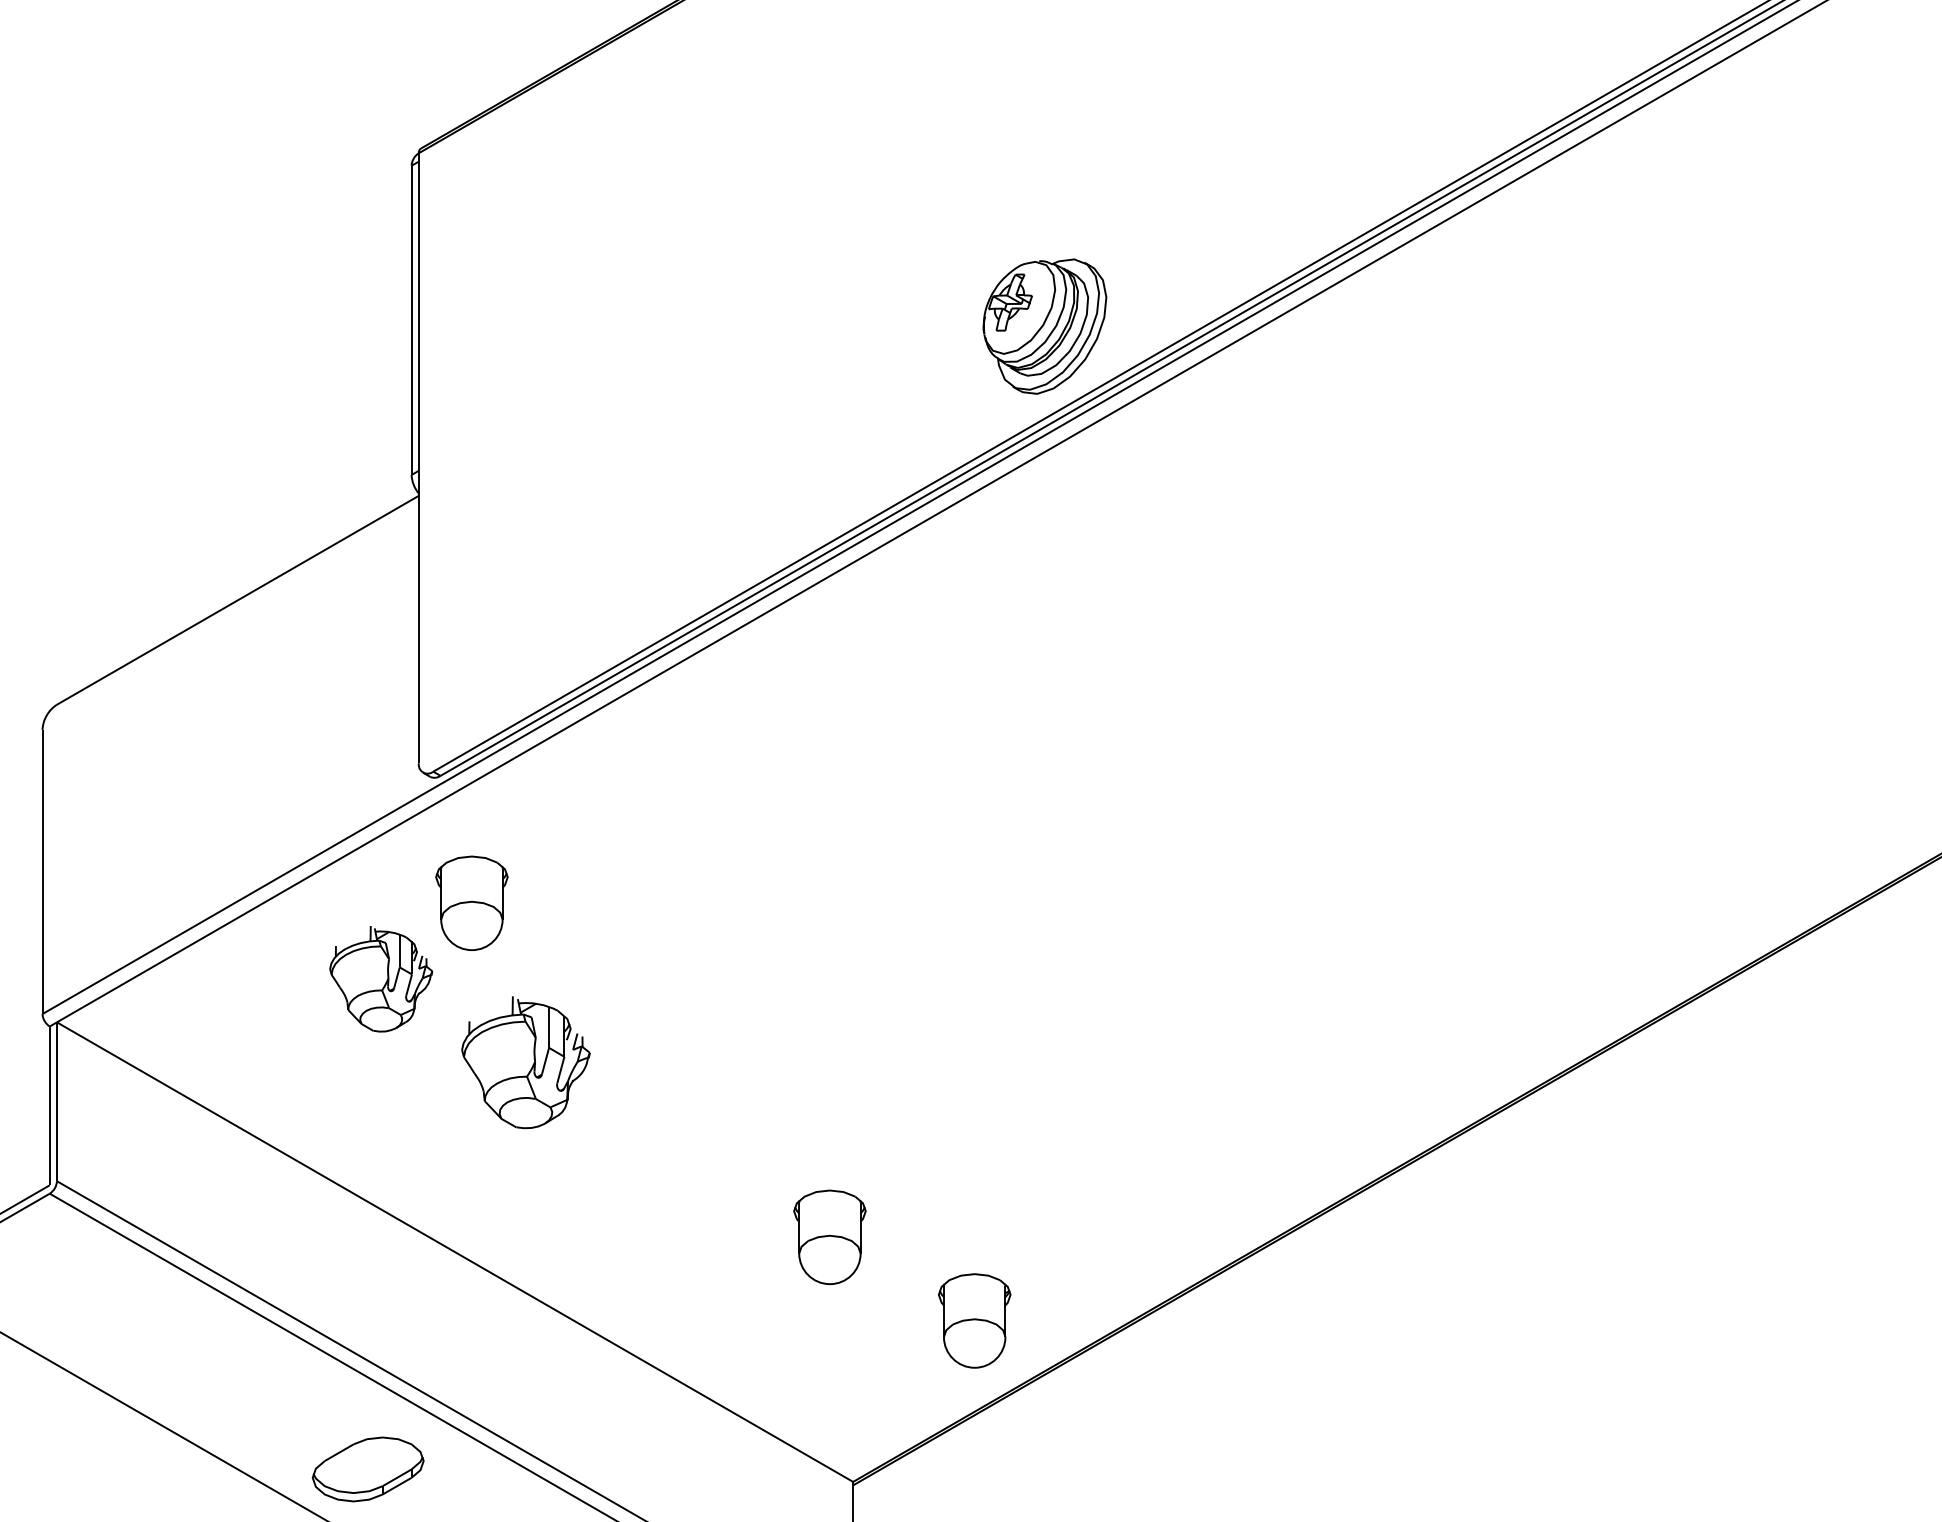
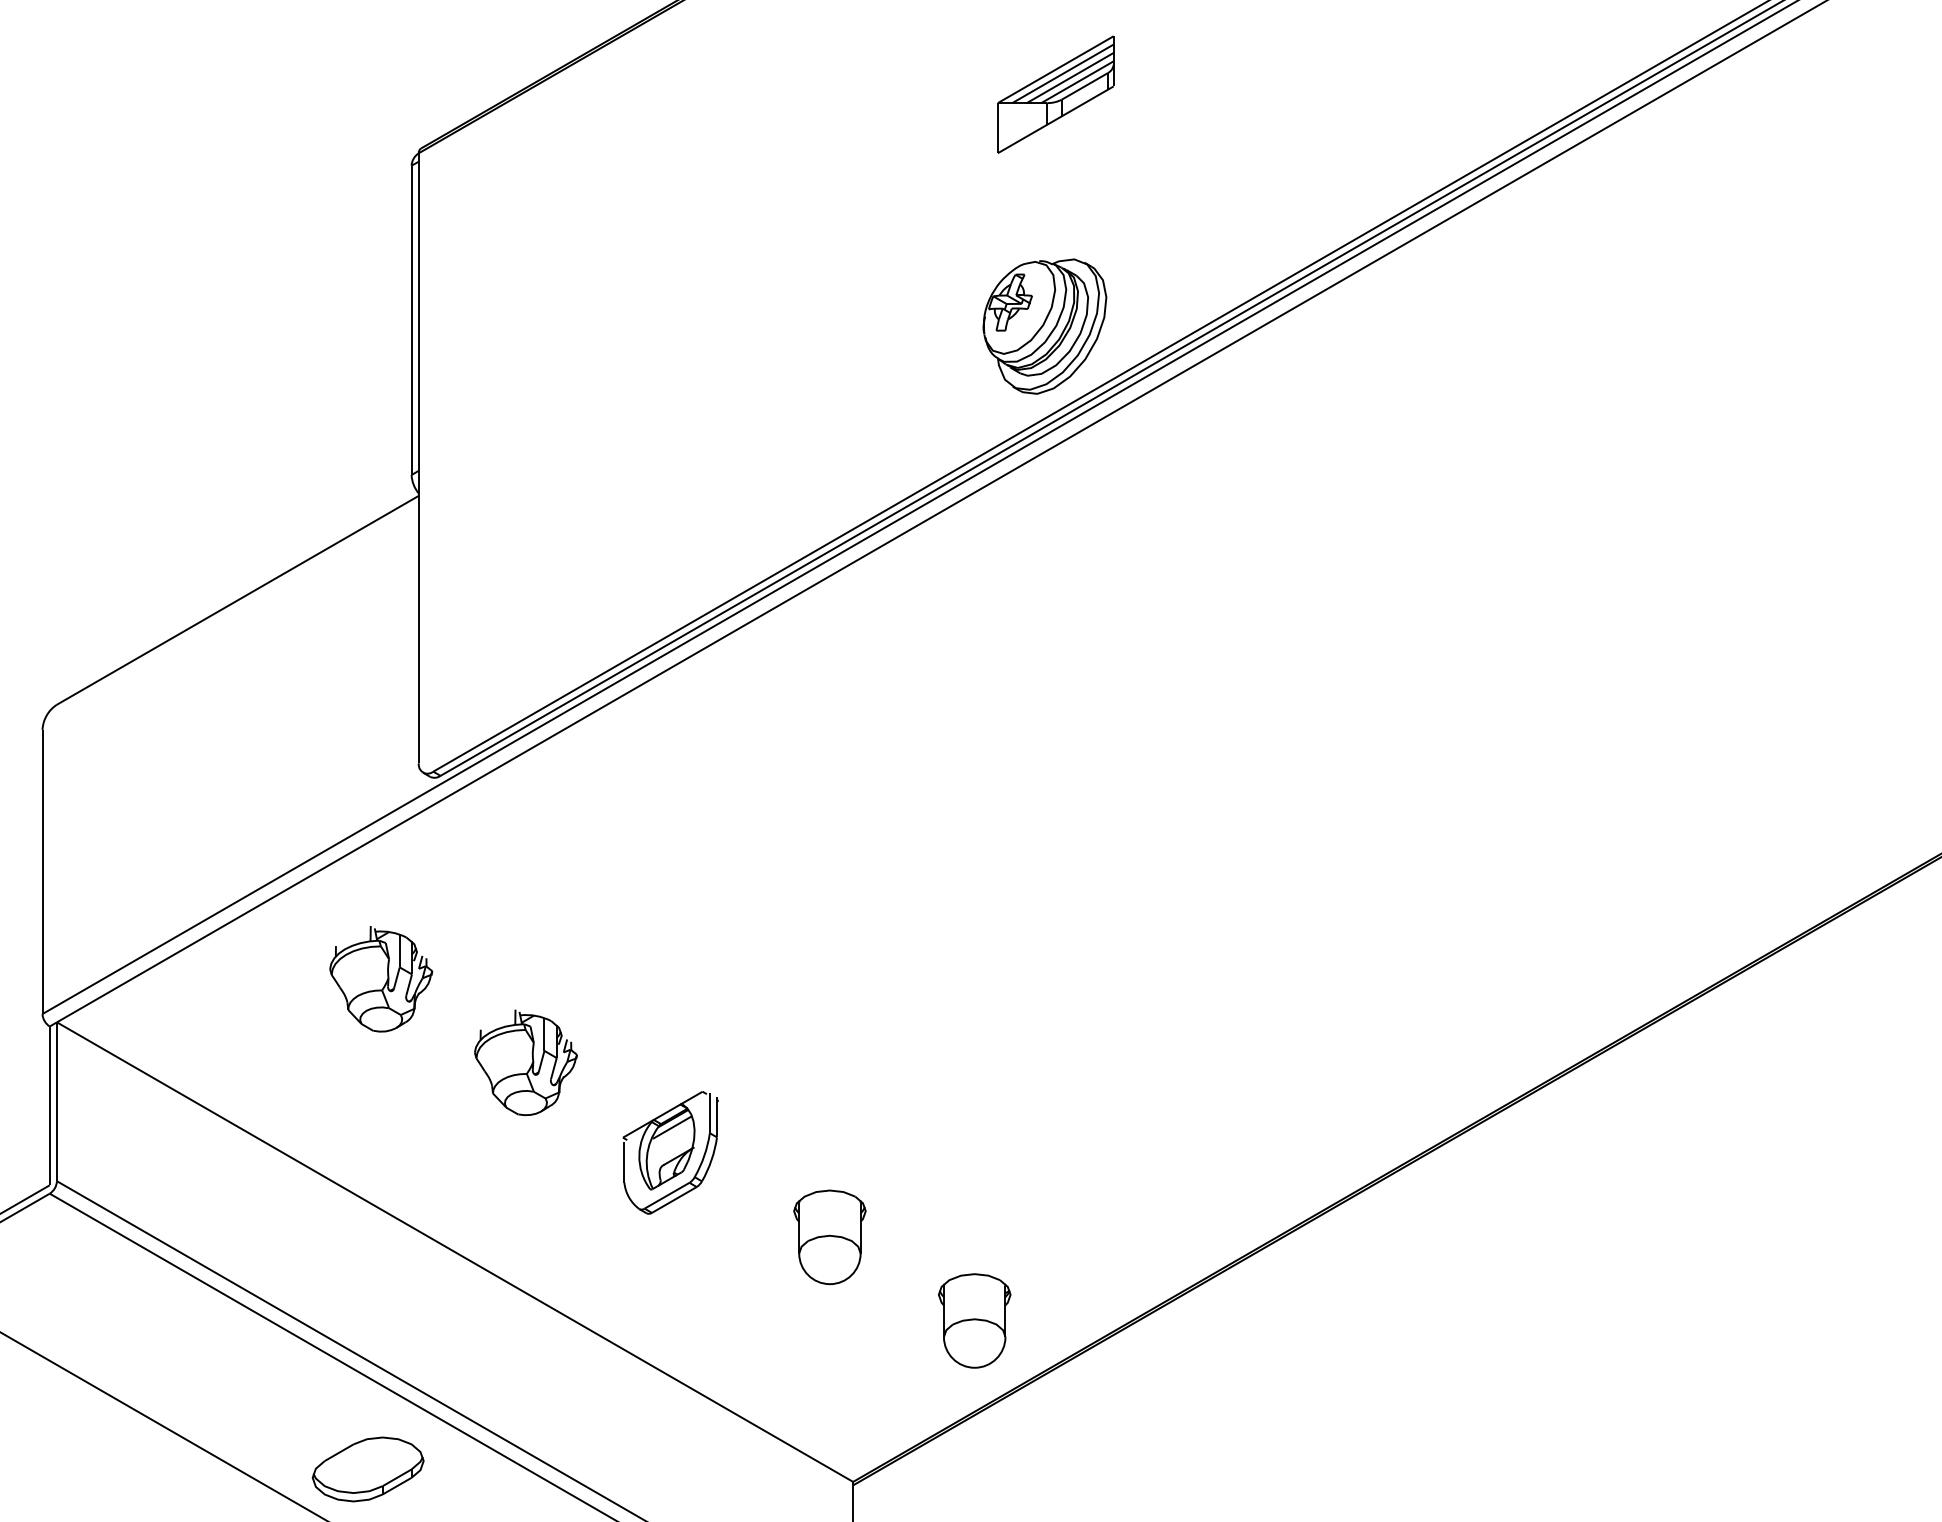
part at (1055, 94): none -> present
part at (471, 902): present -> none
part at (525, 1062) size: 130x134 px -> 104x108 px
part at (670, 1152): none -> present
